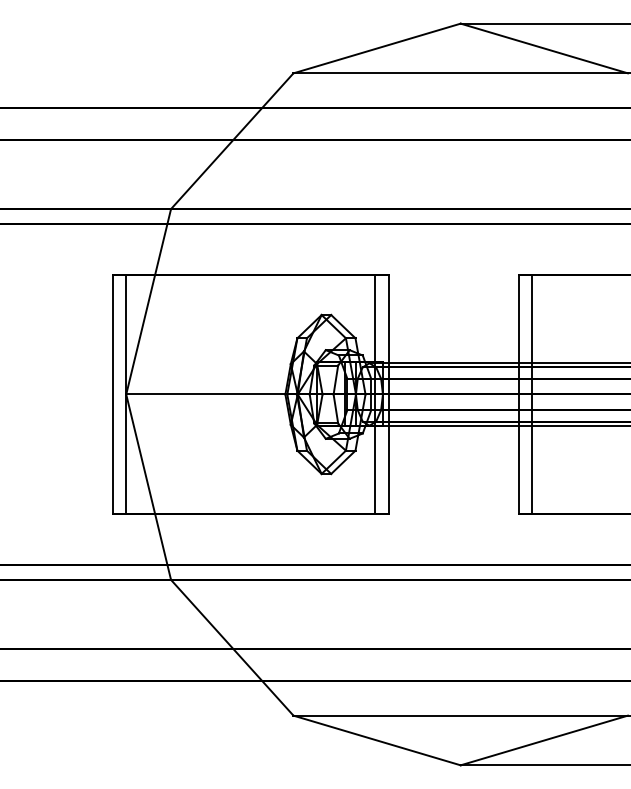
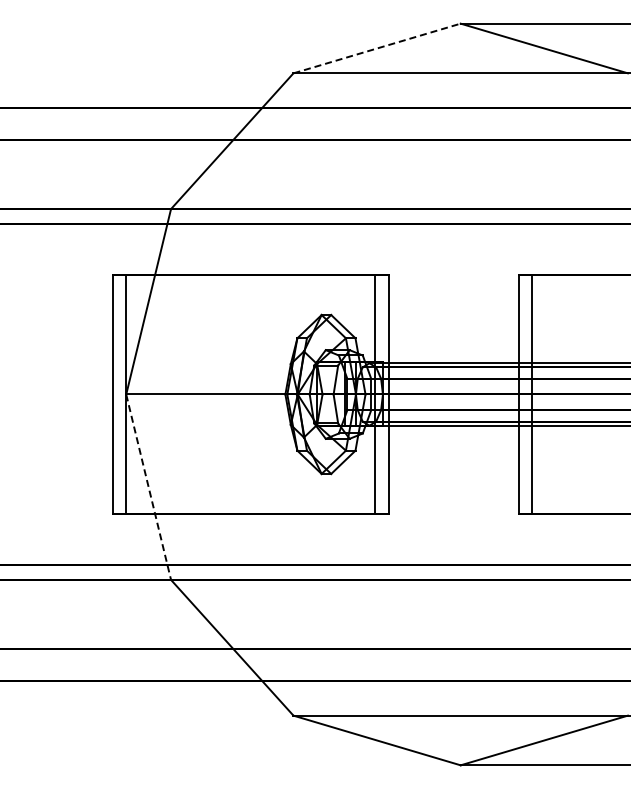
line at (377, 48): solid -> dashed
line at (148, 487): solid -> dashed
